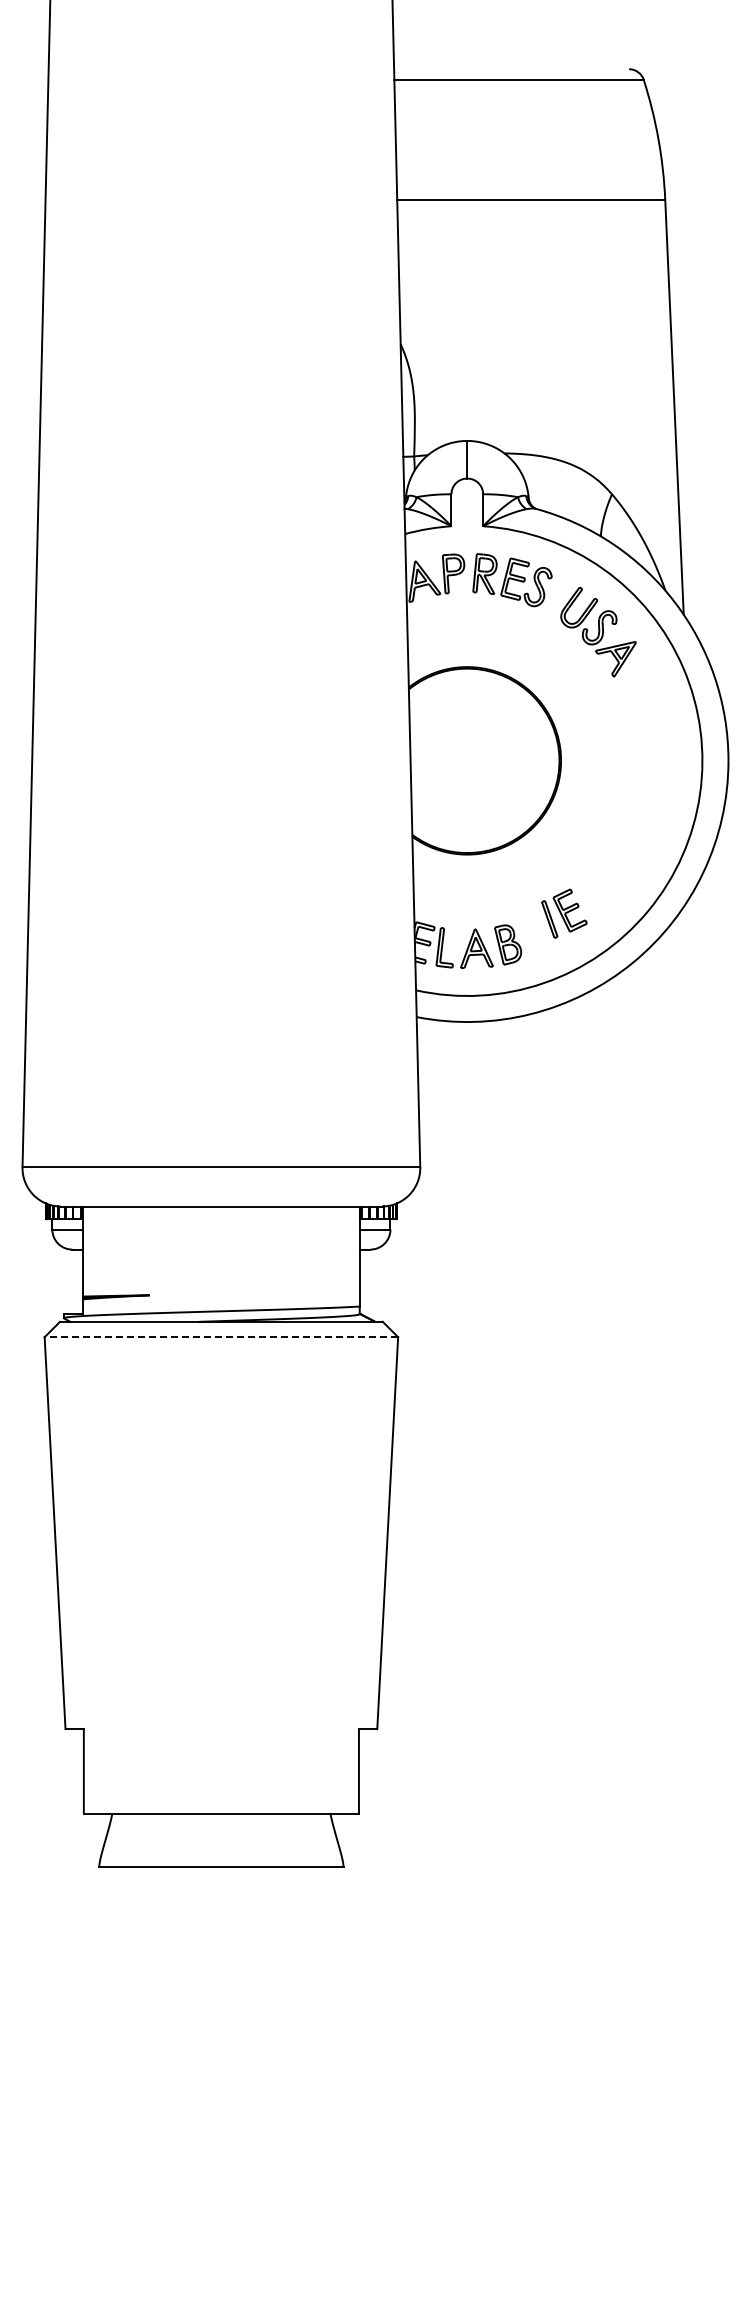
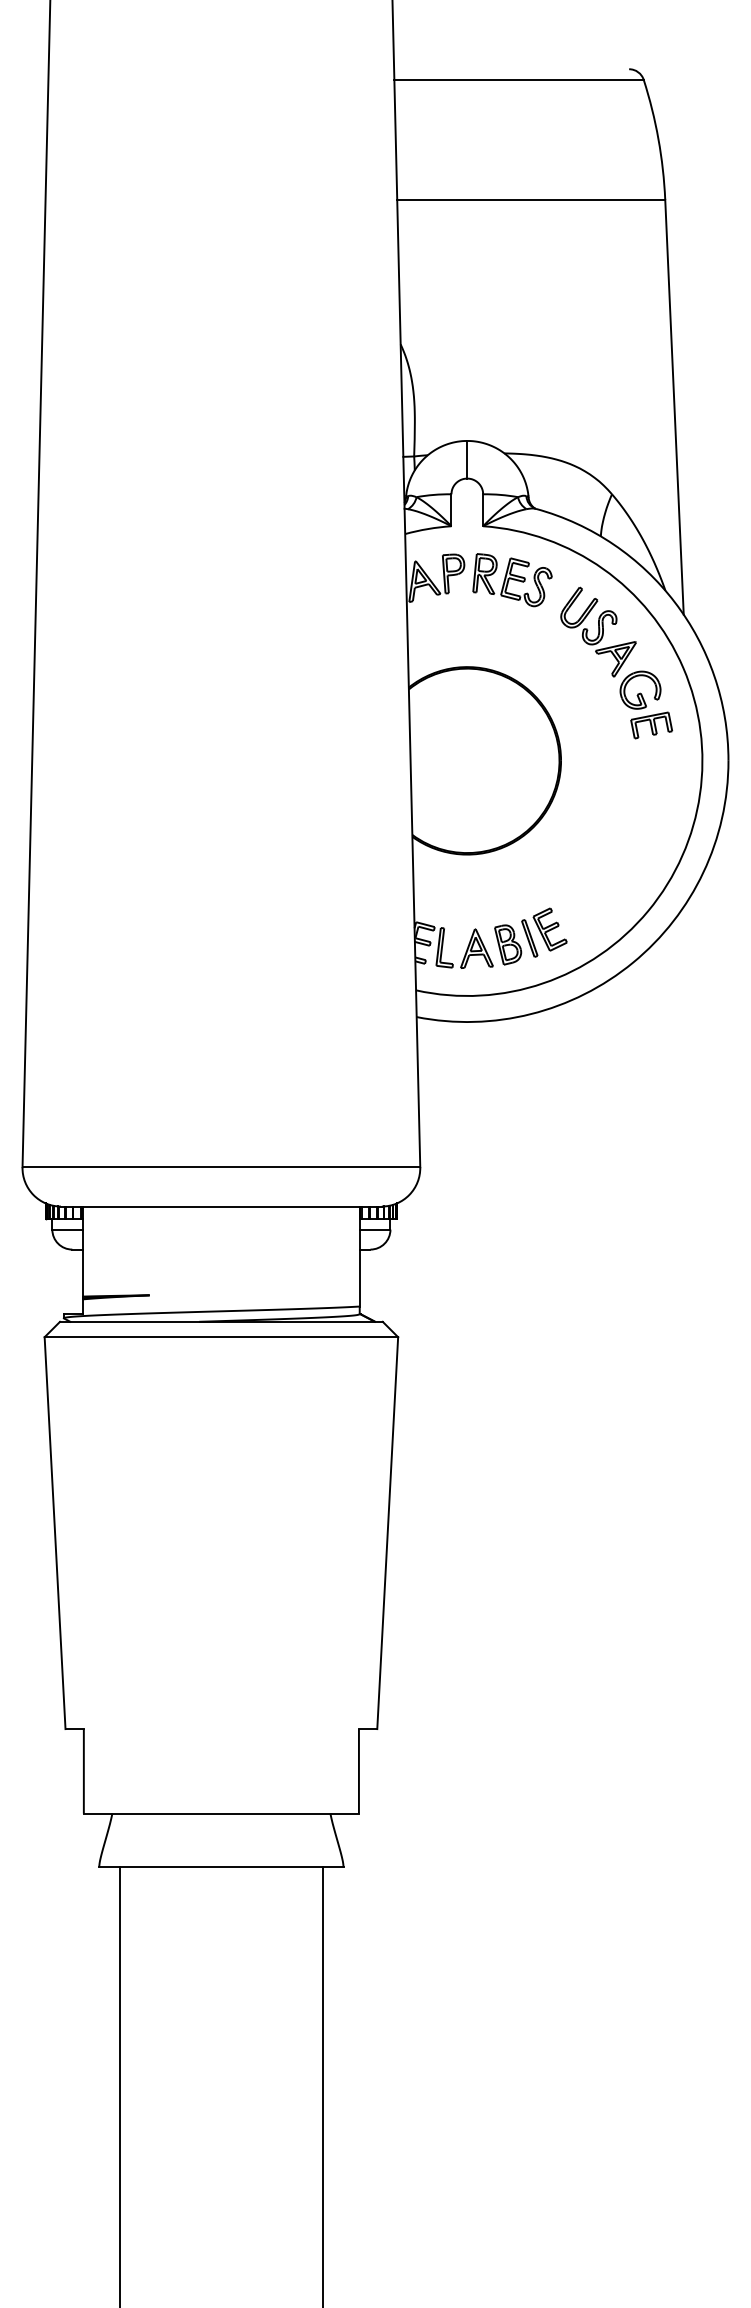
part at (646, 704): none -> present
part at (564, 913) position: (564, 913) -> (544, 932)
line at (221, 1337): dashed -> solid
line at (119, 2085): none -> present
line at (322, 2085): none -> present
